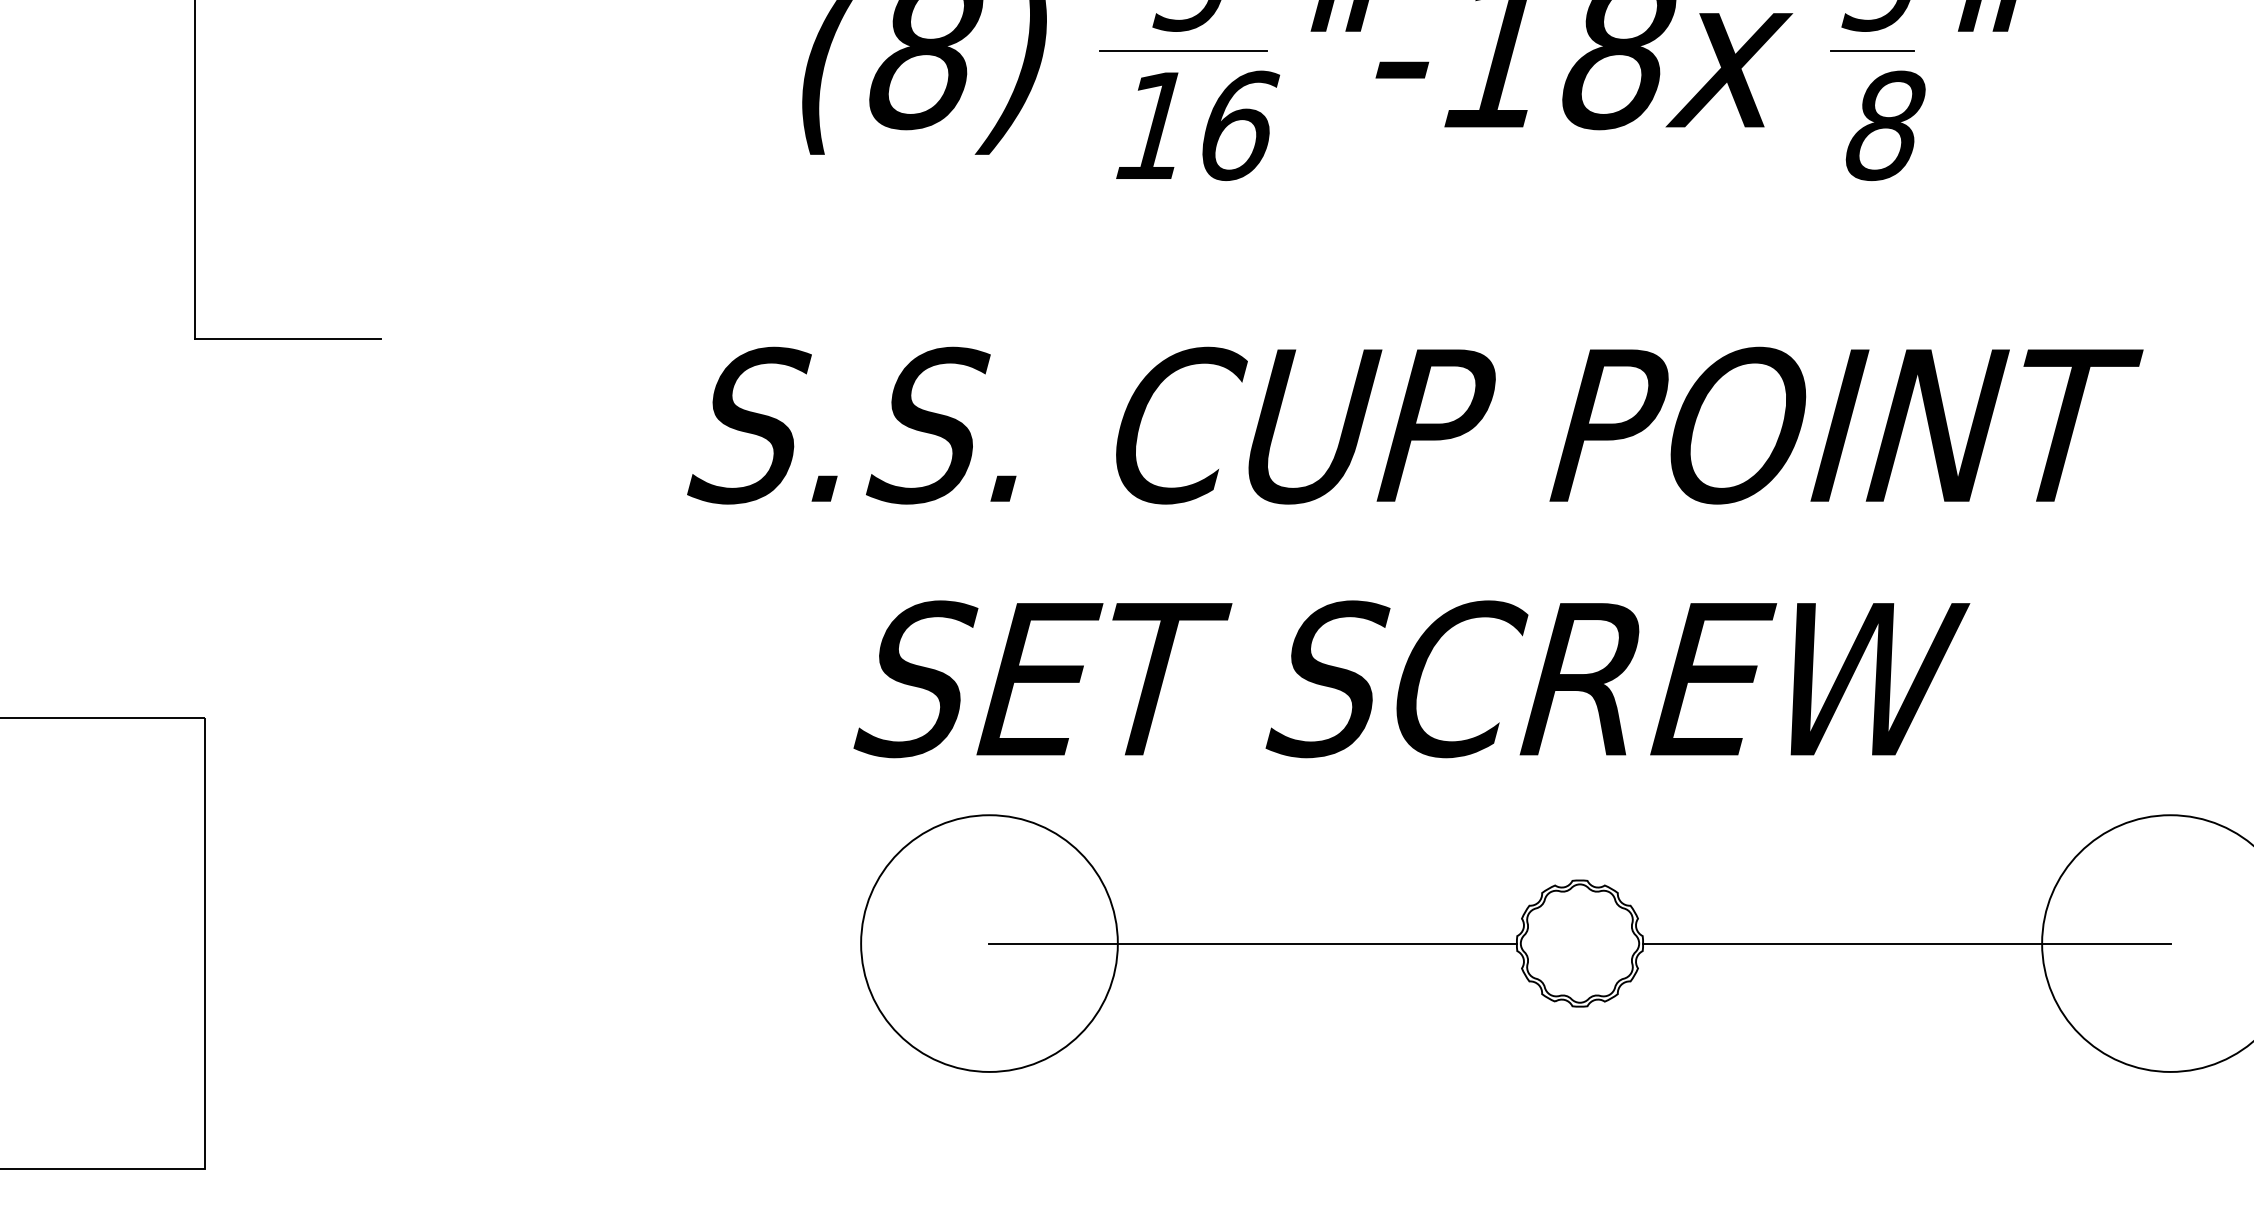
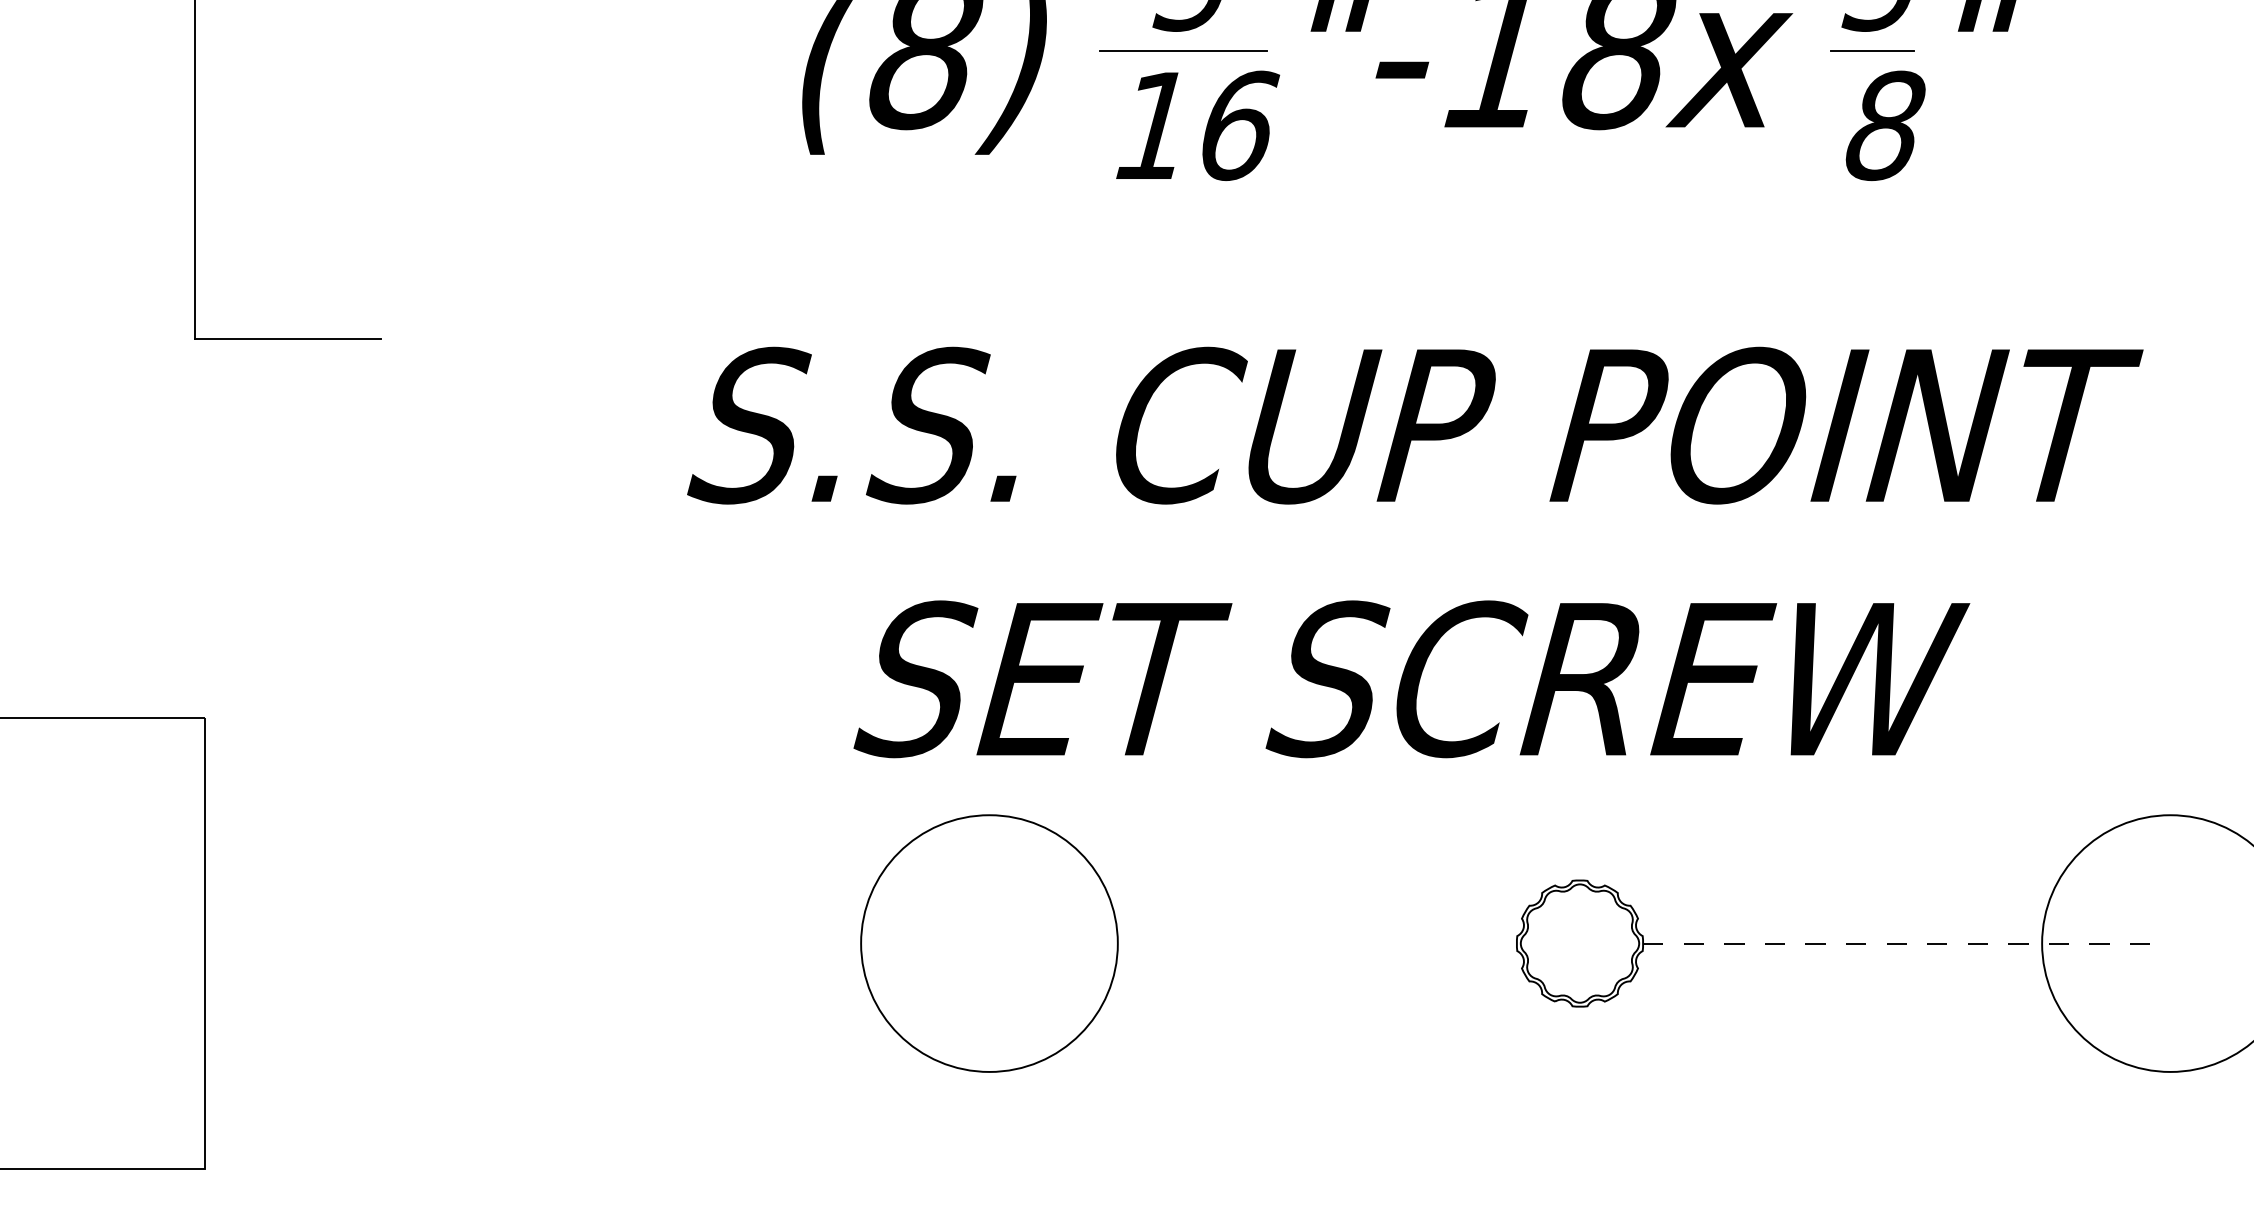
line at (1252, 943): present -> none
line at (1906, 943): solid -> dashed
